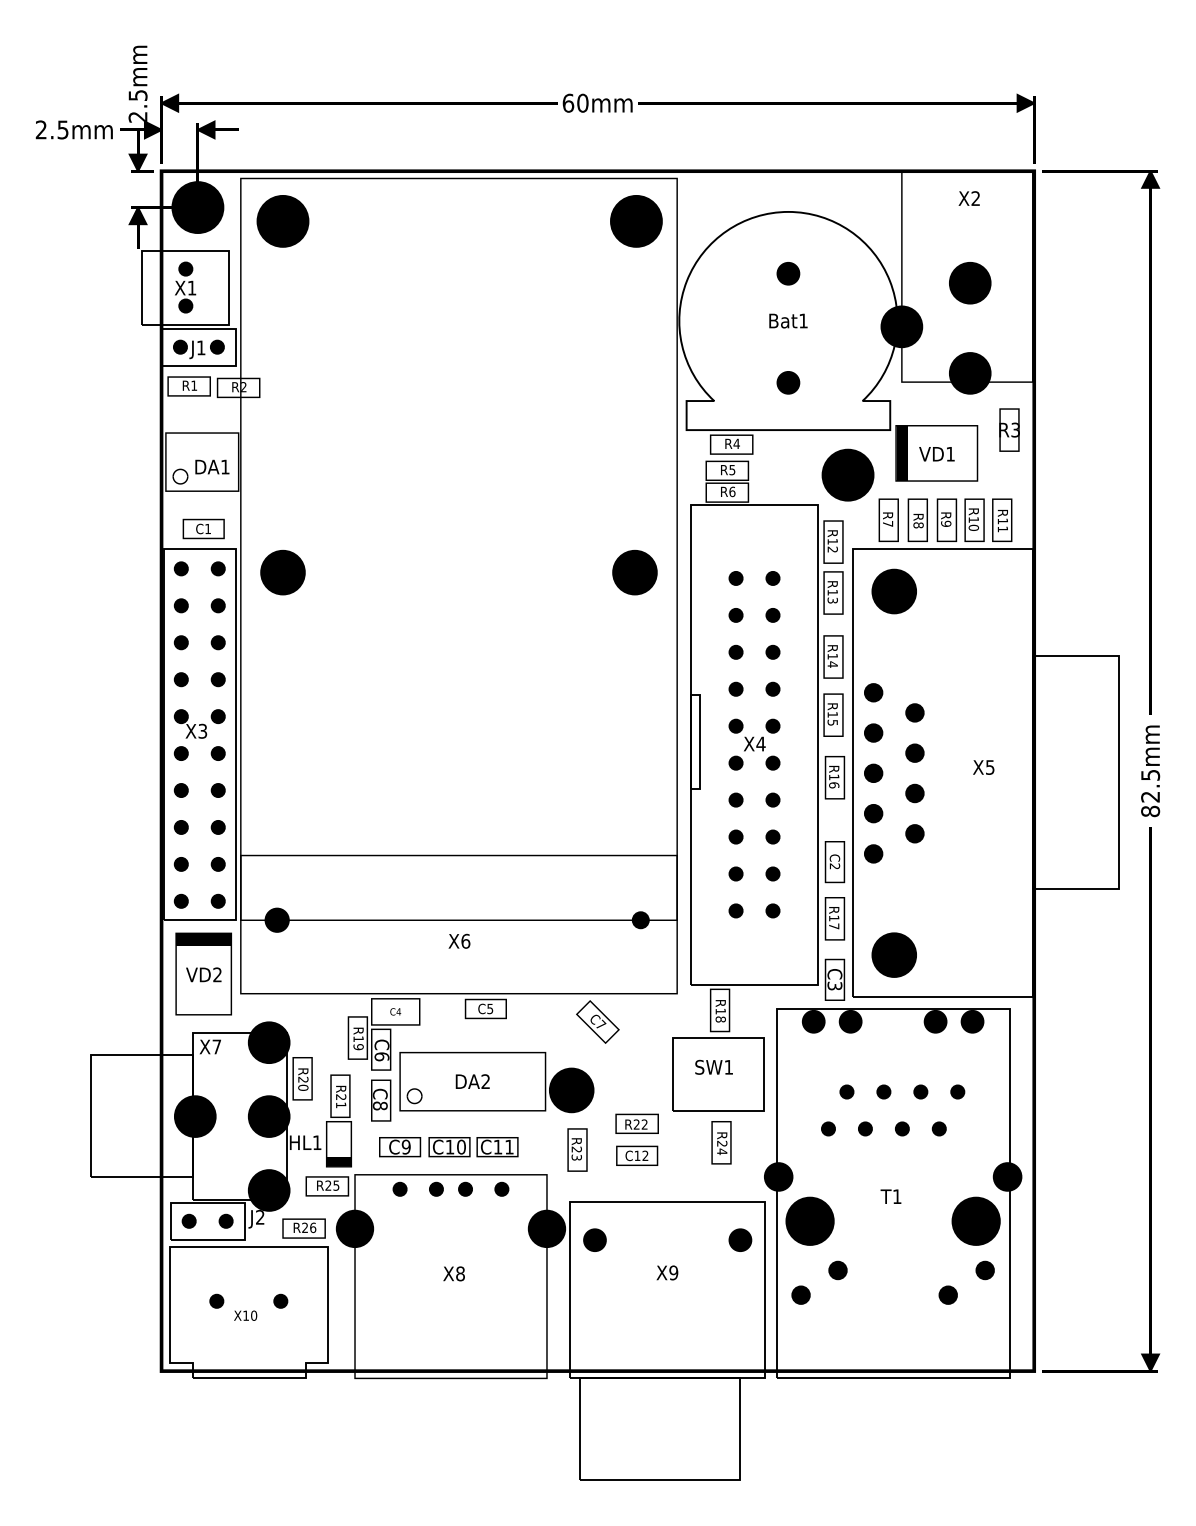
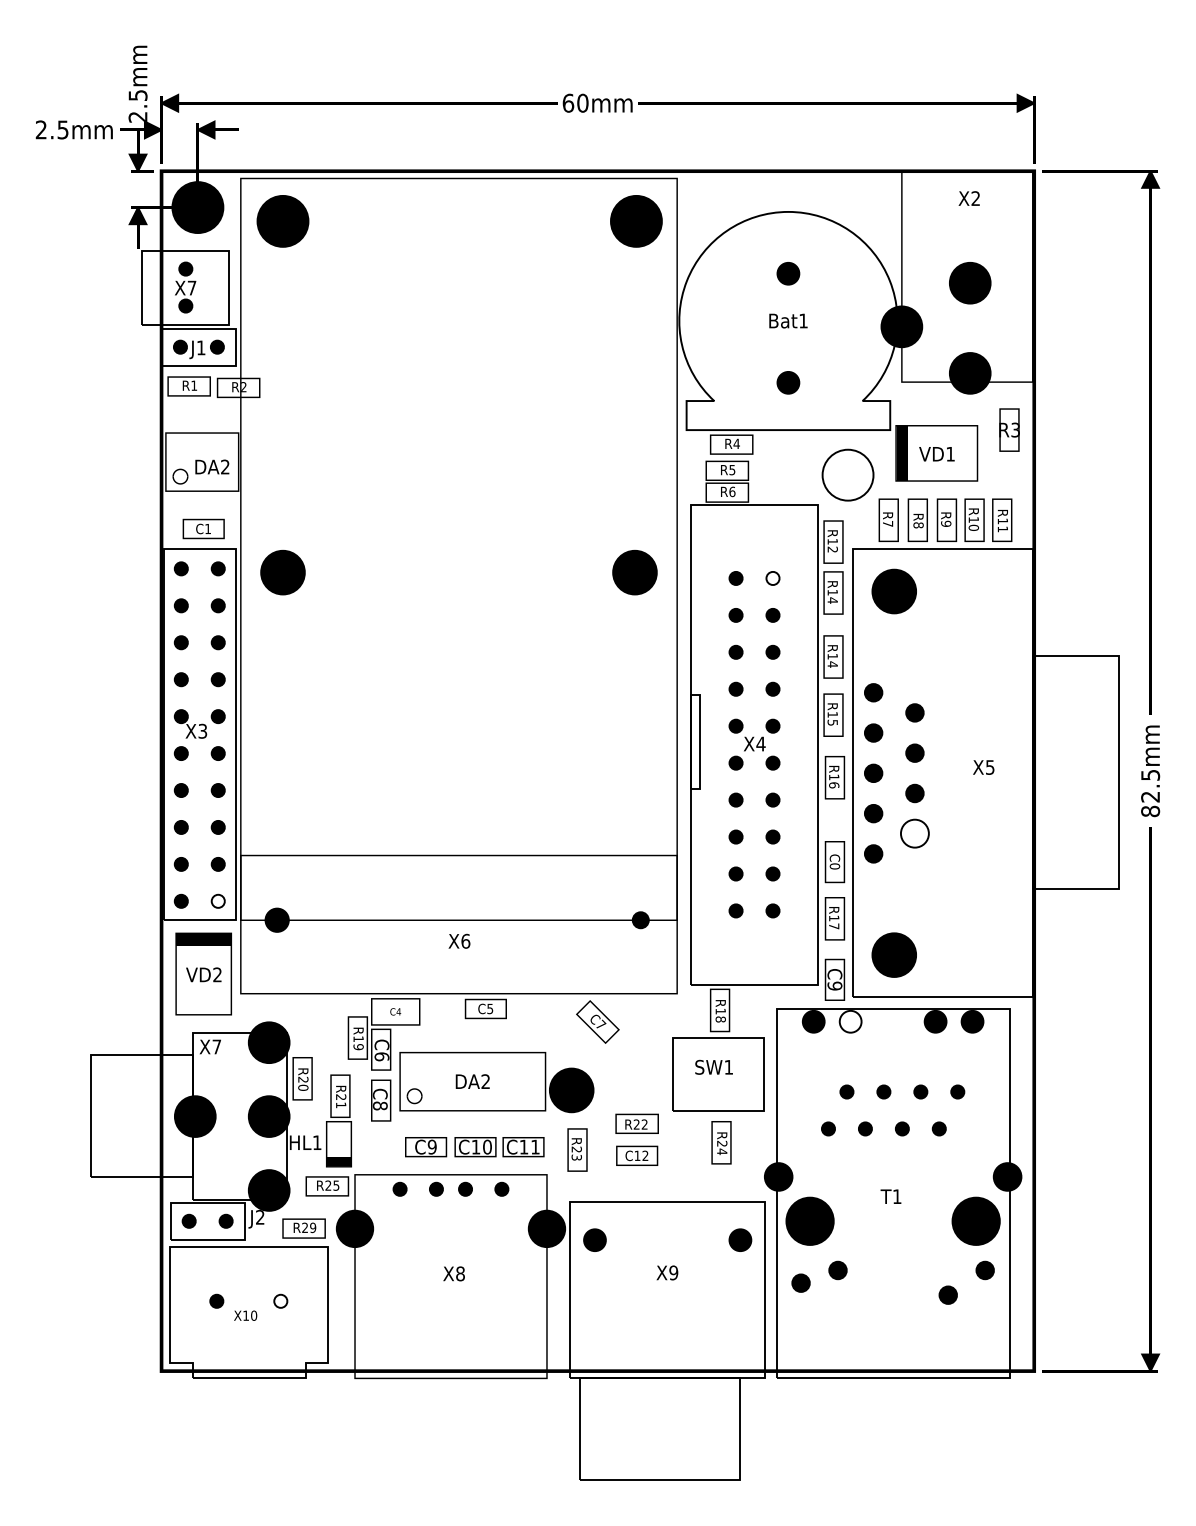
text at (191, 287): X1 -> X7
text at (225, 466): DA1 -> DA2
fill at (847, 474): present -> none
fill at (772, 578): present -> none
text at (832, 600): R13 -> R14
part at (914, 833) size: 20x20 px -> 30x31 px
text at (834, 866): C2 -> C0
fill at (217, 900): present -> none
text at (834, 985): C3 -> C9
fill at (850, 1021): present -> none
text at (448, 1147) position: (448, 1147) -> (474, 1147)
text at (313, 1227): R26 -> R29
part at (800, 1294) position: (800, 1294) -> (800, 1282)
fill at (280, 1300): present -> none
